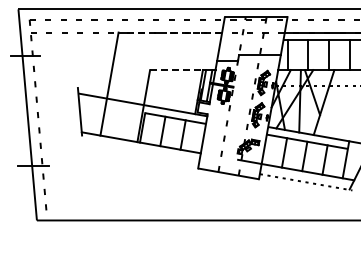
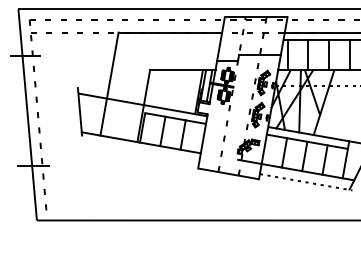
line at (170, 32): dashed -> solid
line at (177, 70): dashed -> solid
